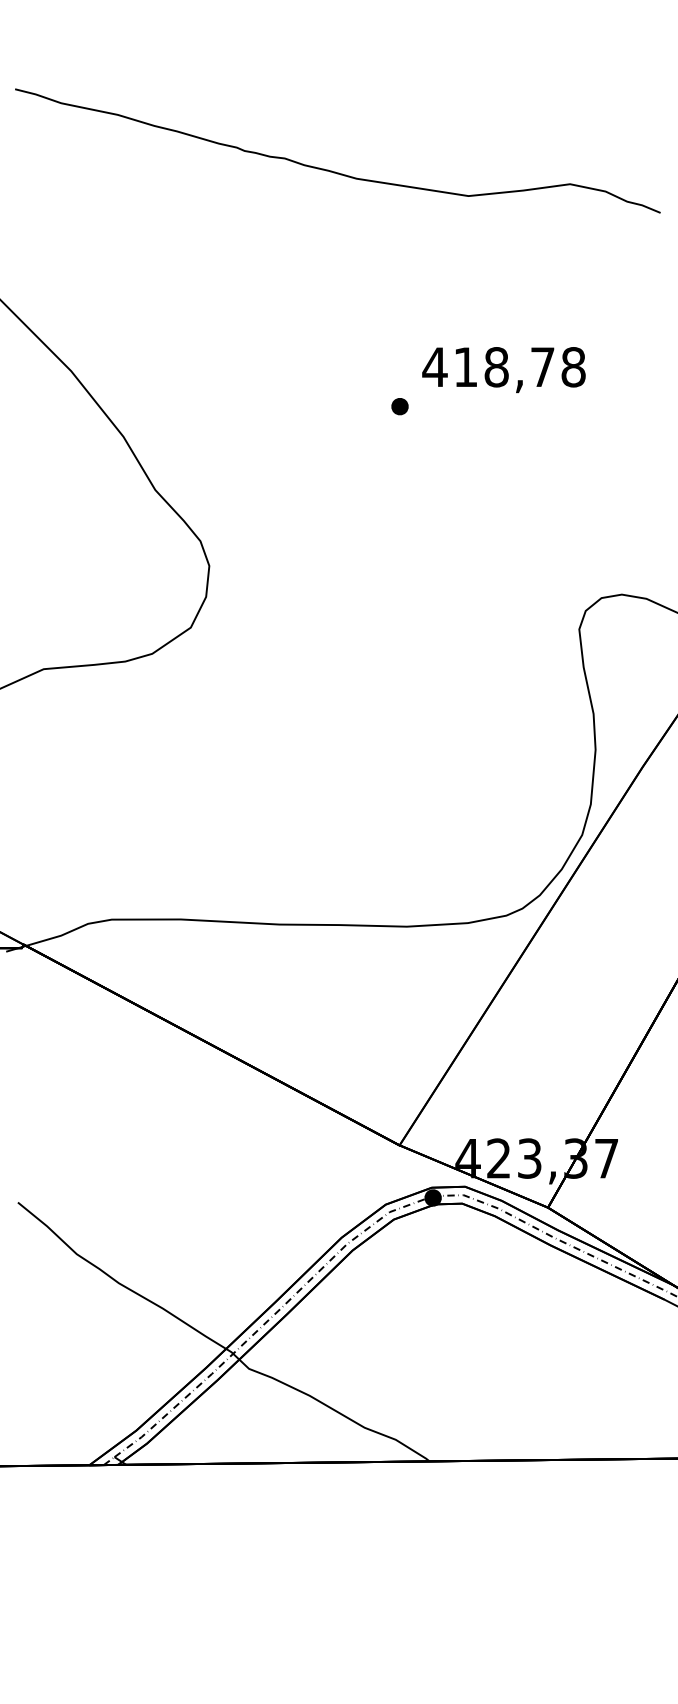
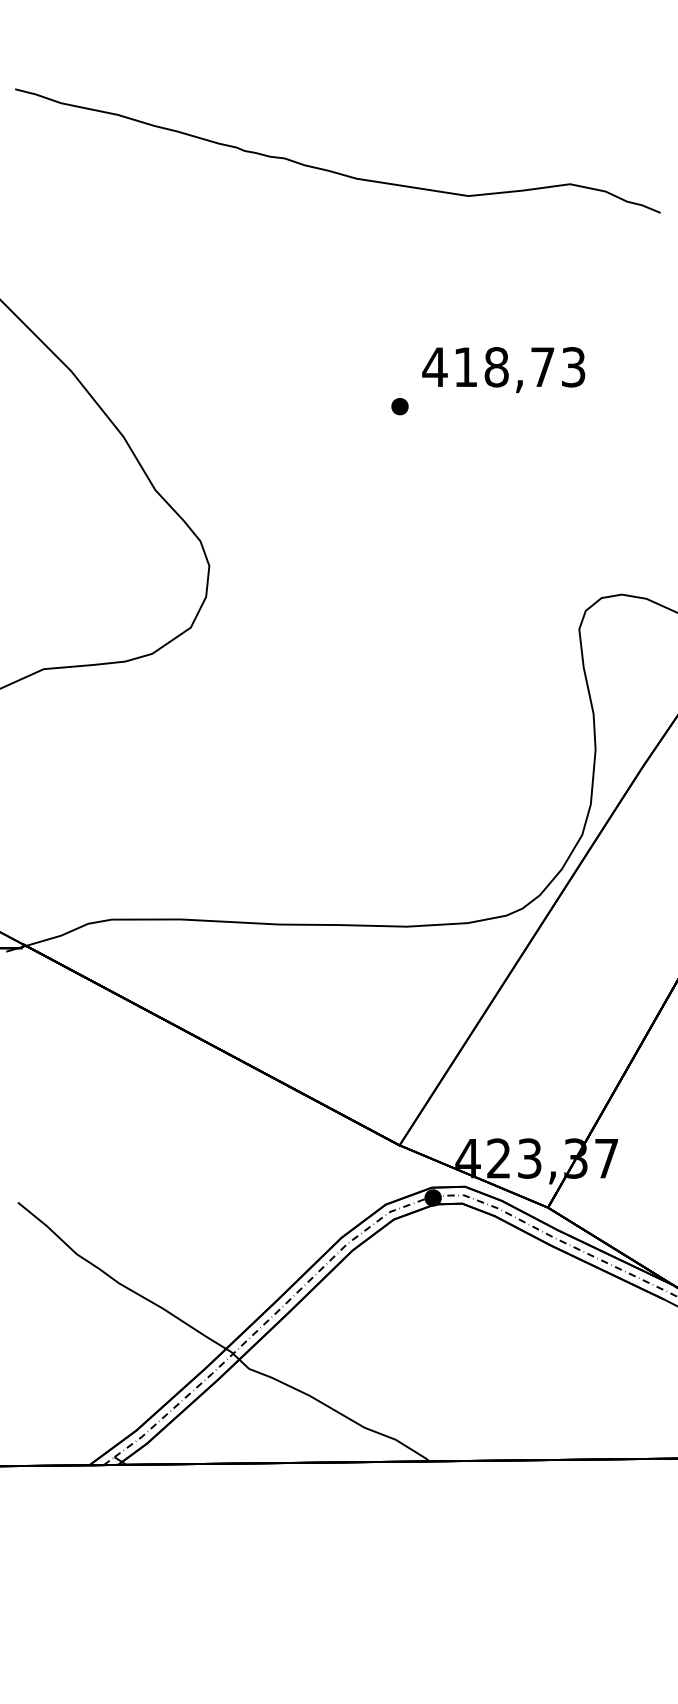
text at (573, 367): 418,78 -> 418,73
